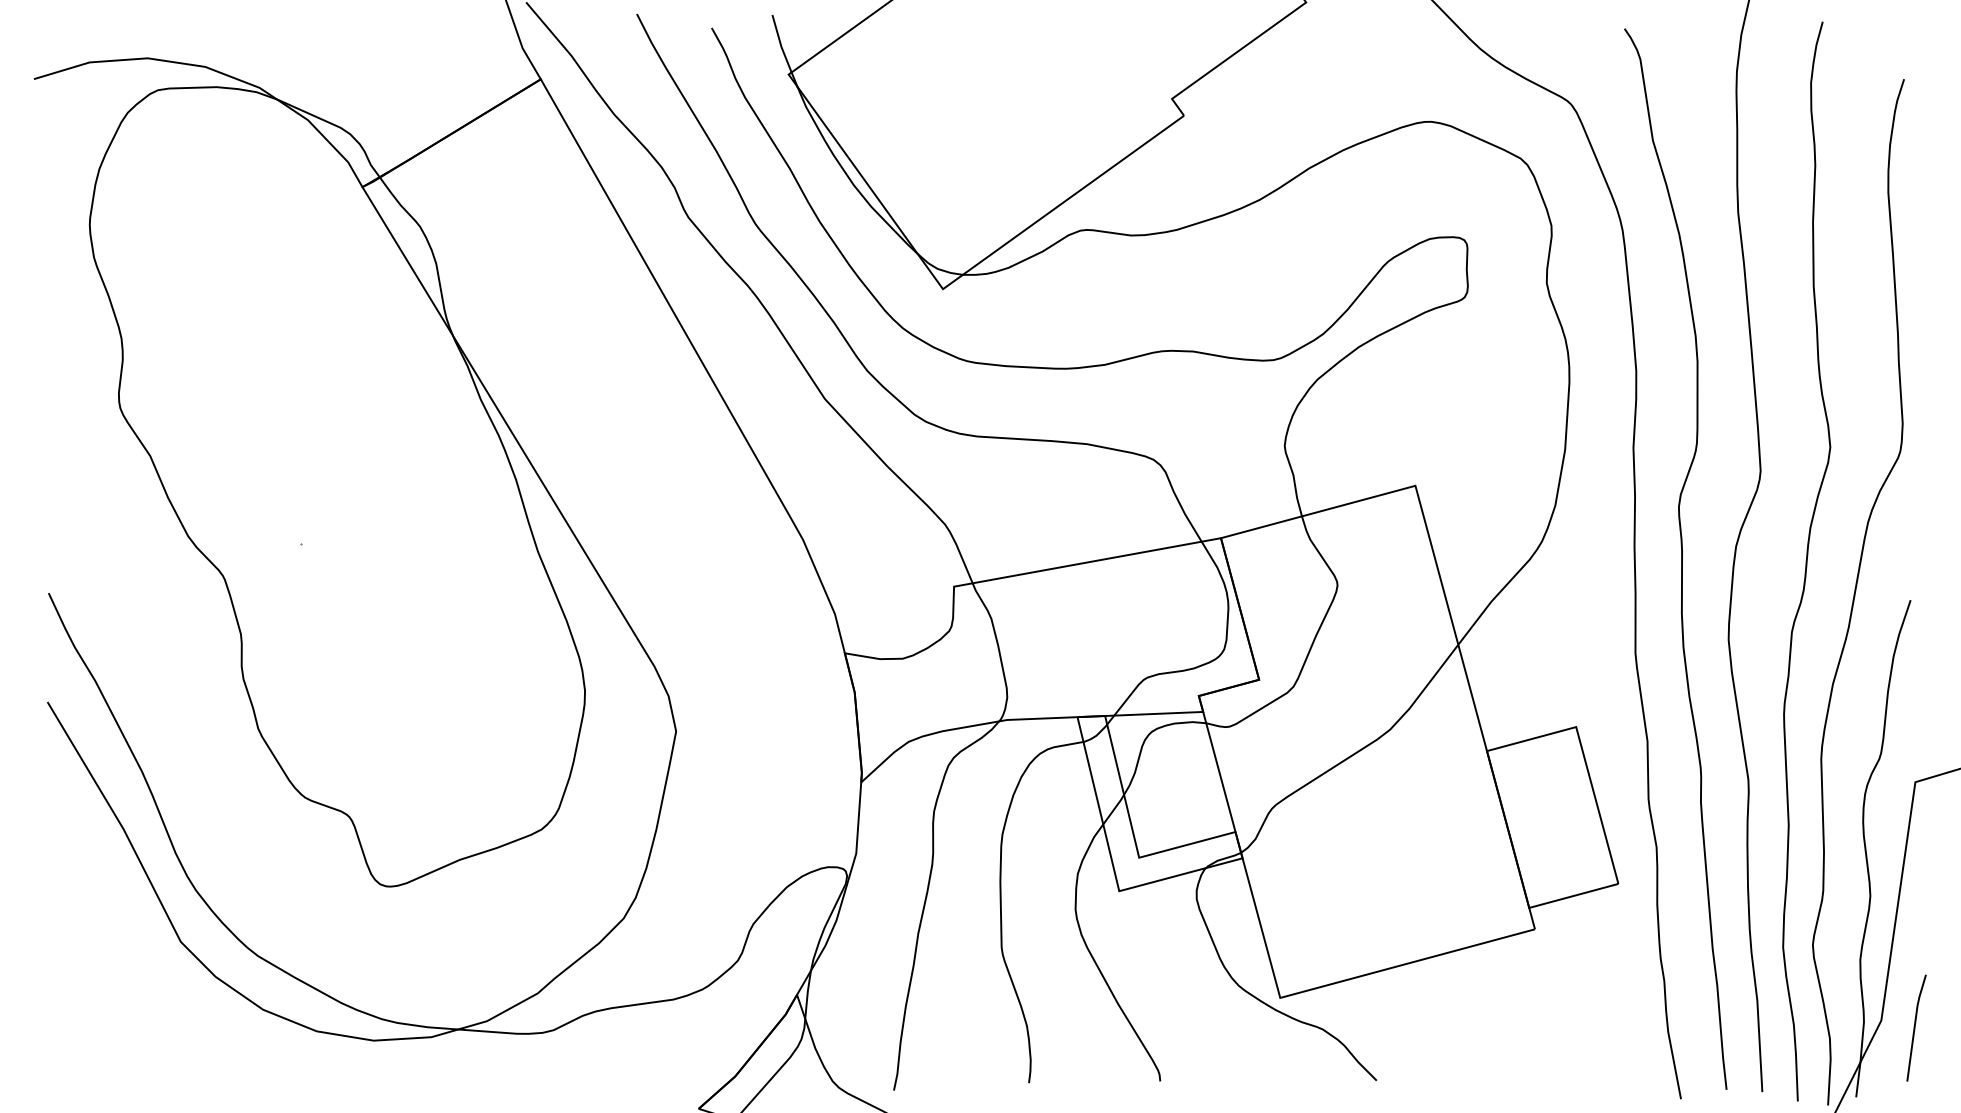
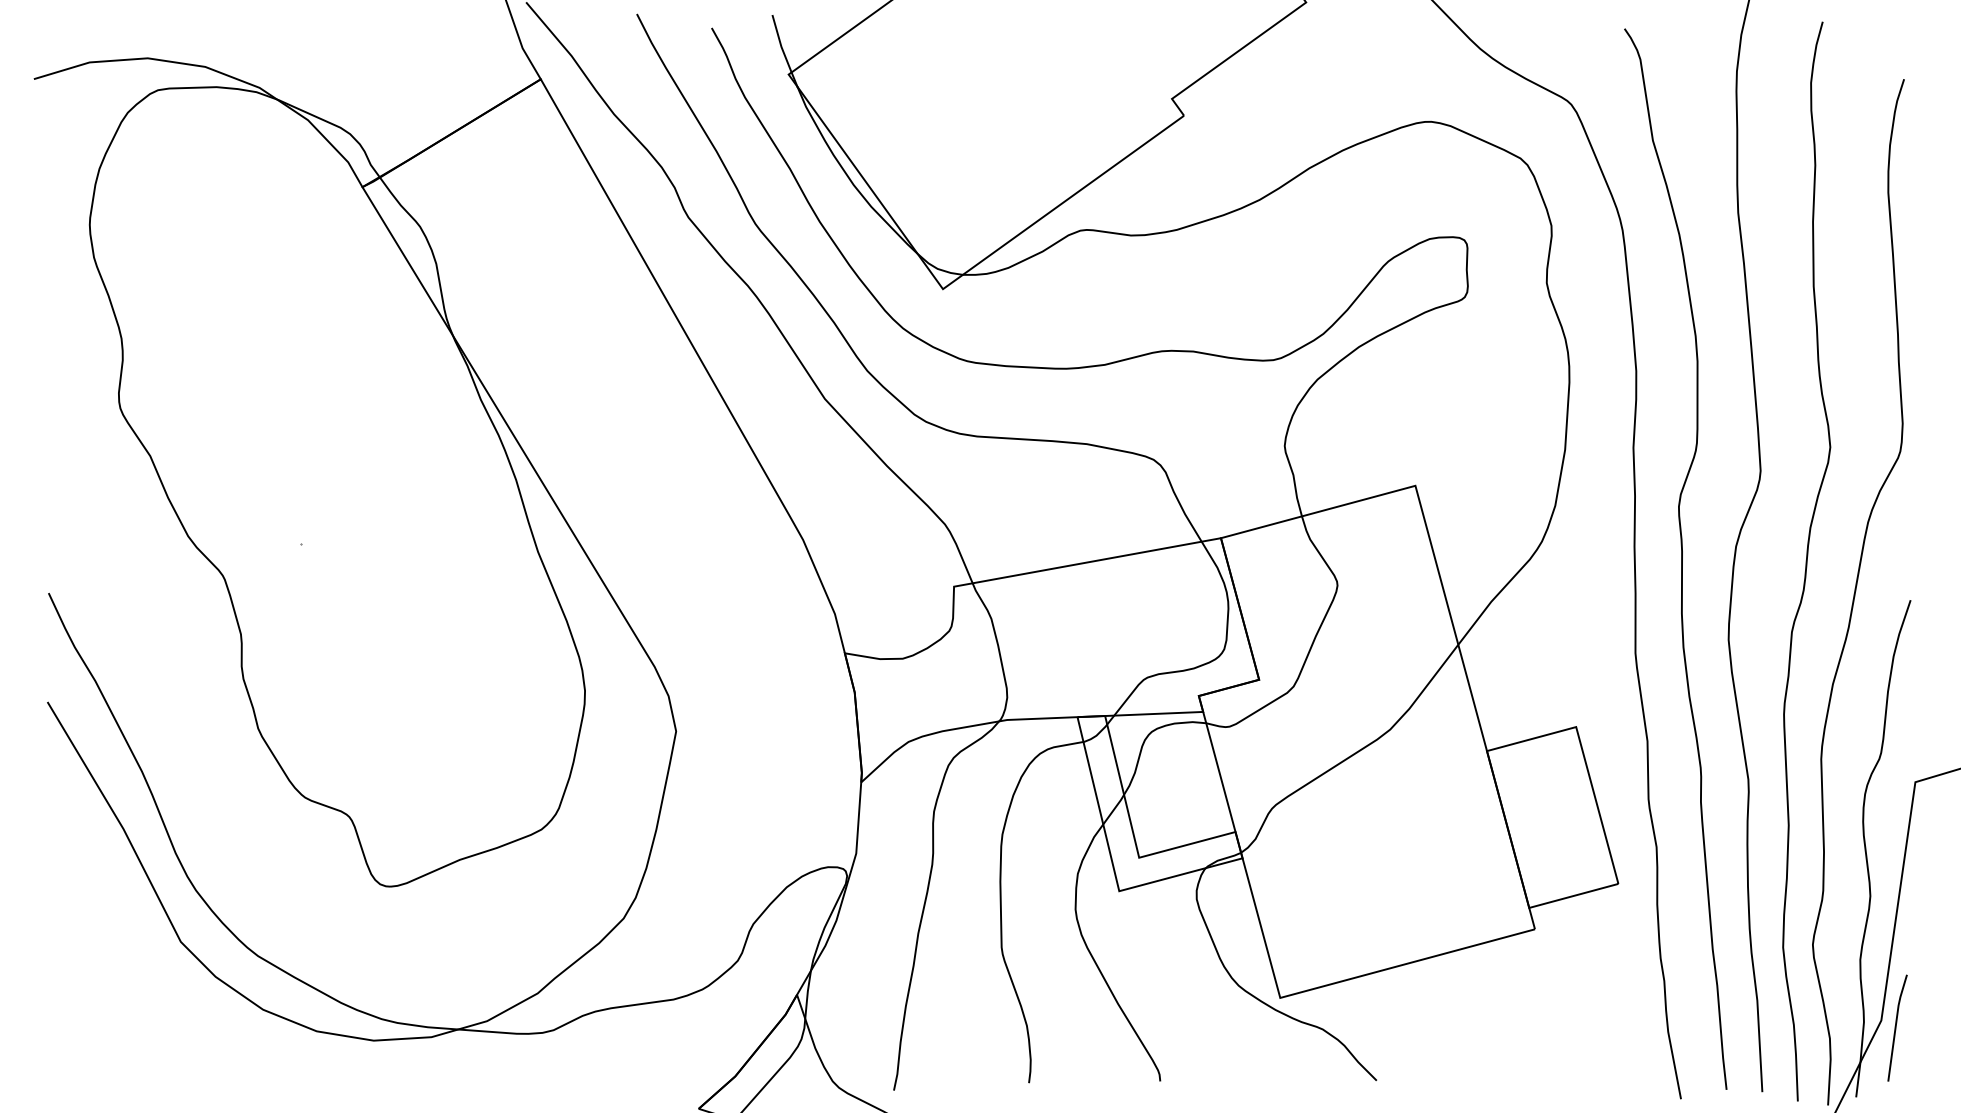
line at (1915, 1027) position: (1915, 1027) -> (1896, 1027)
